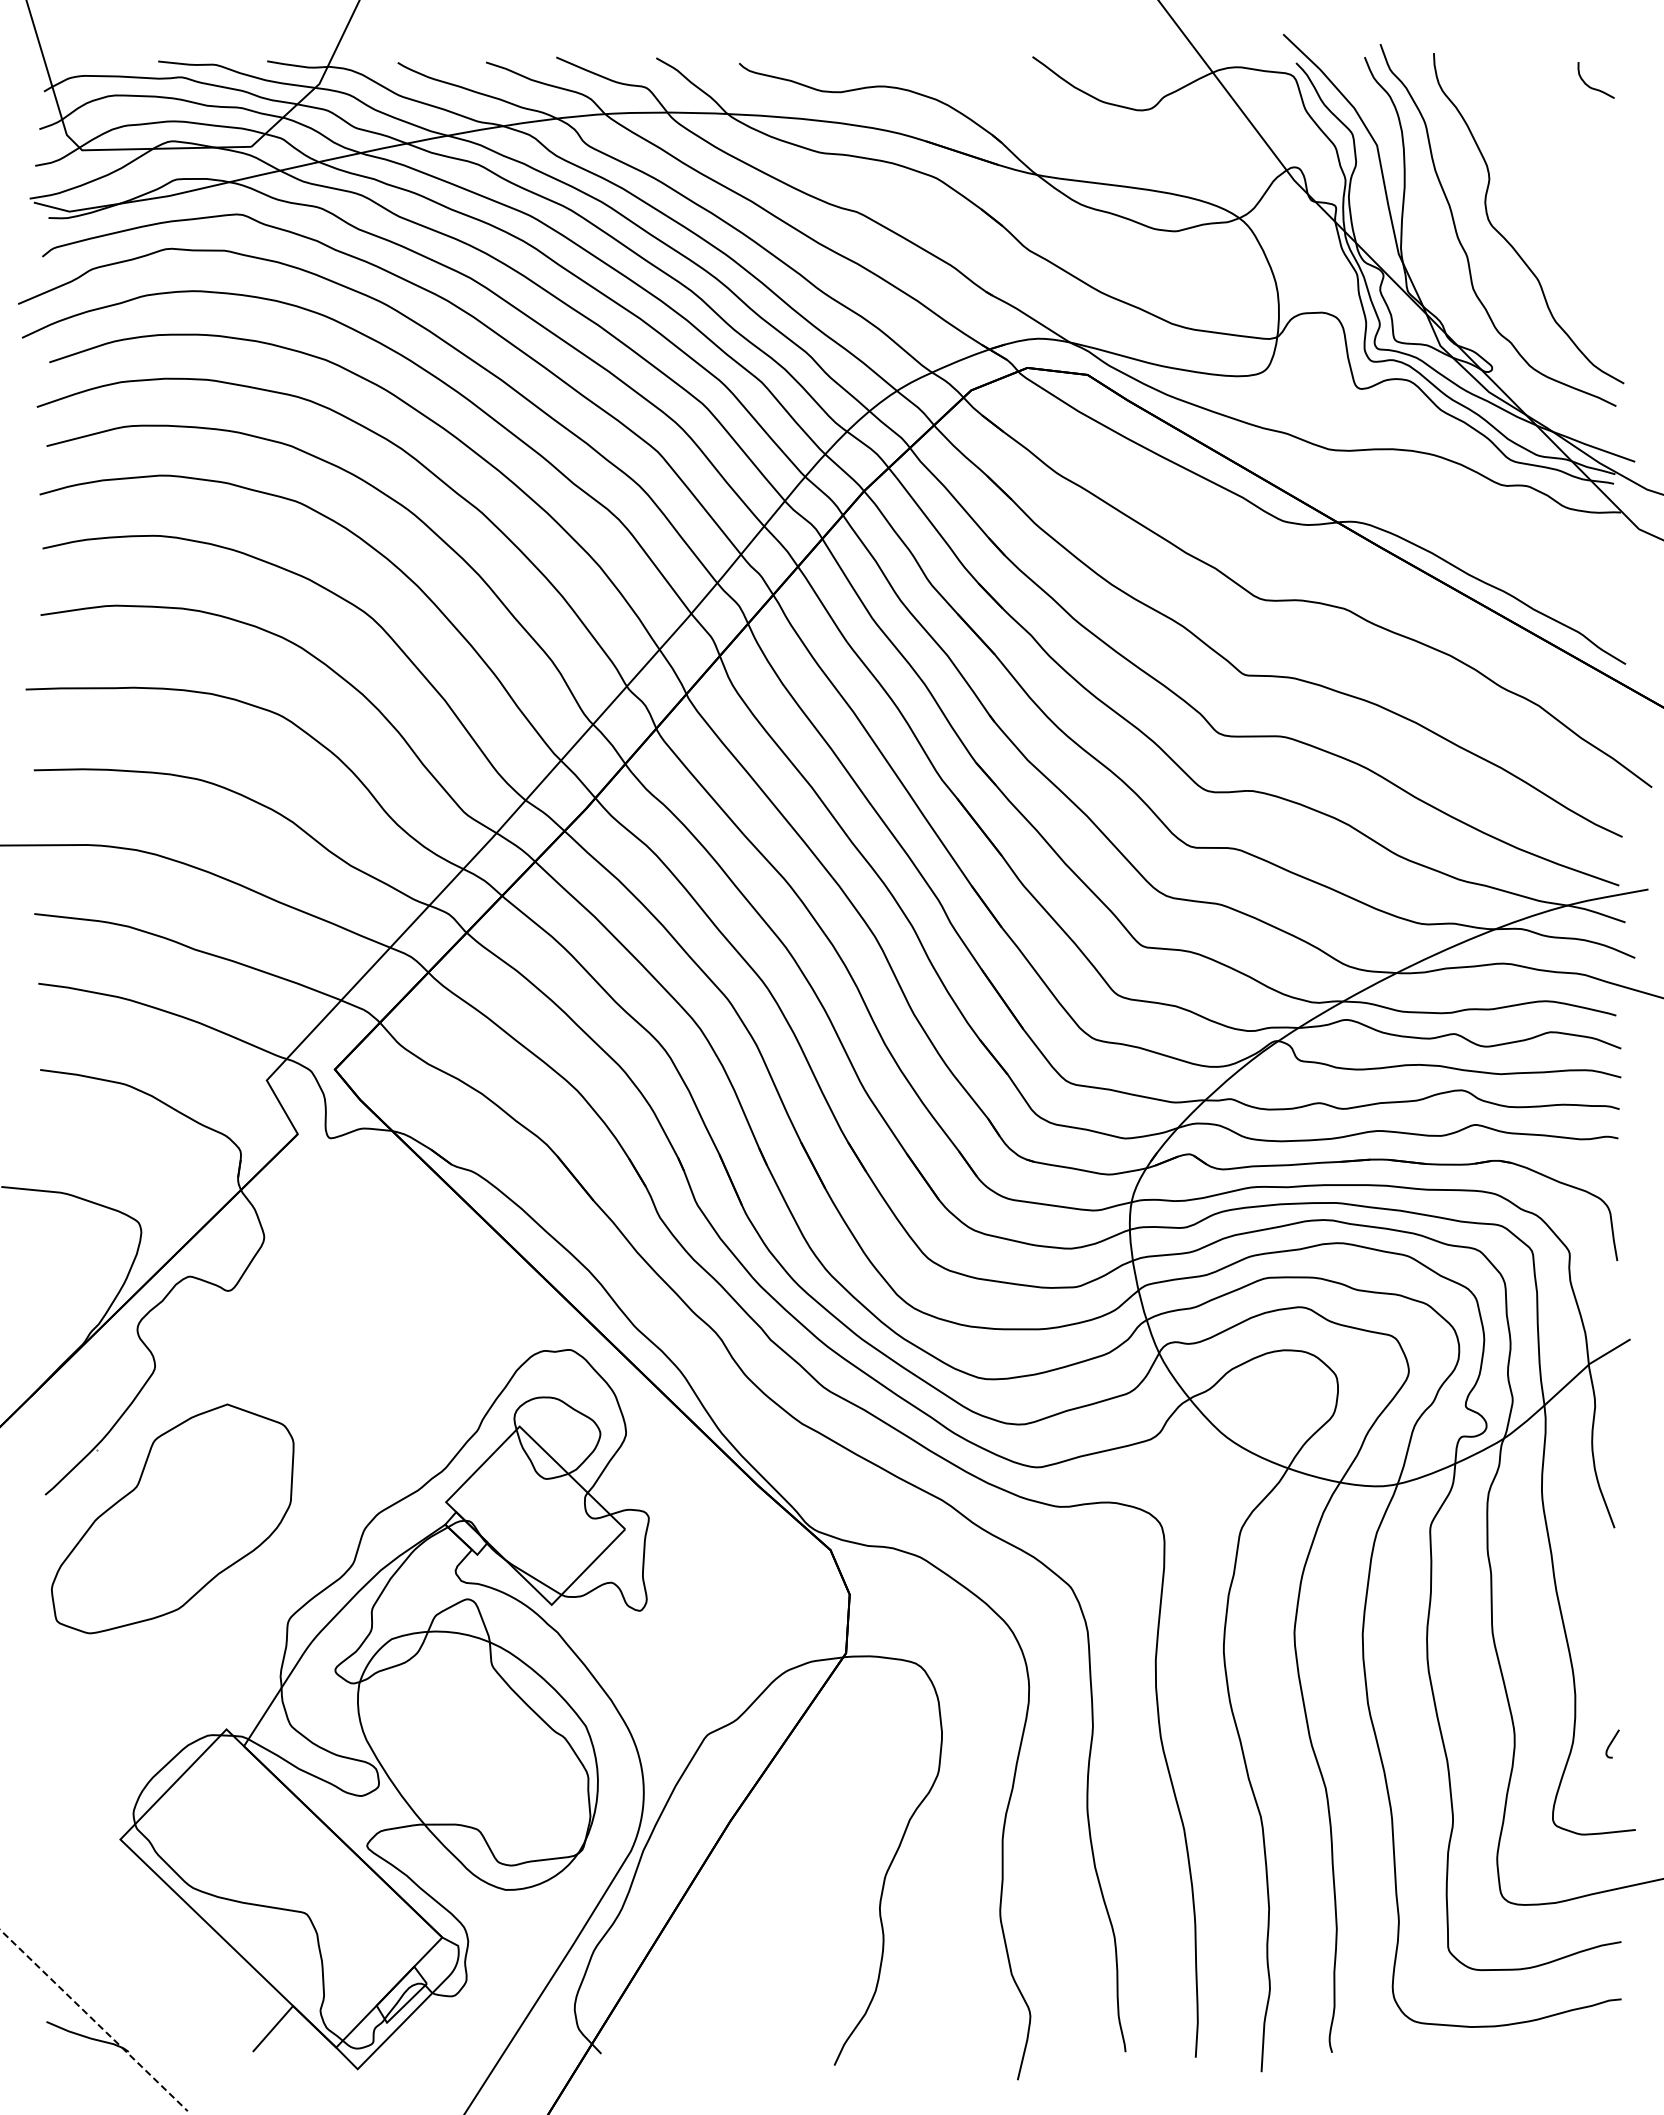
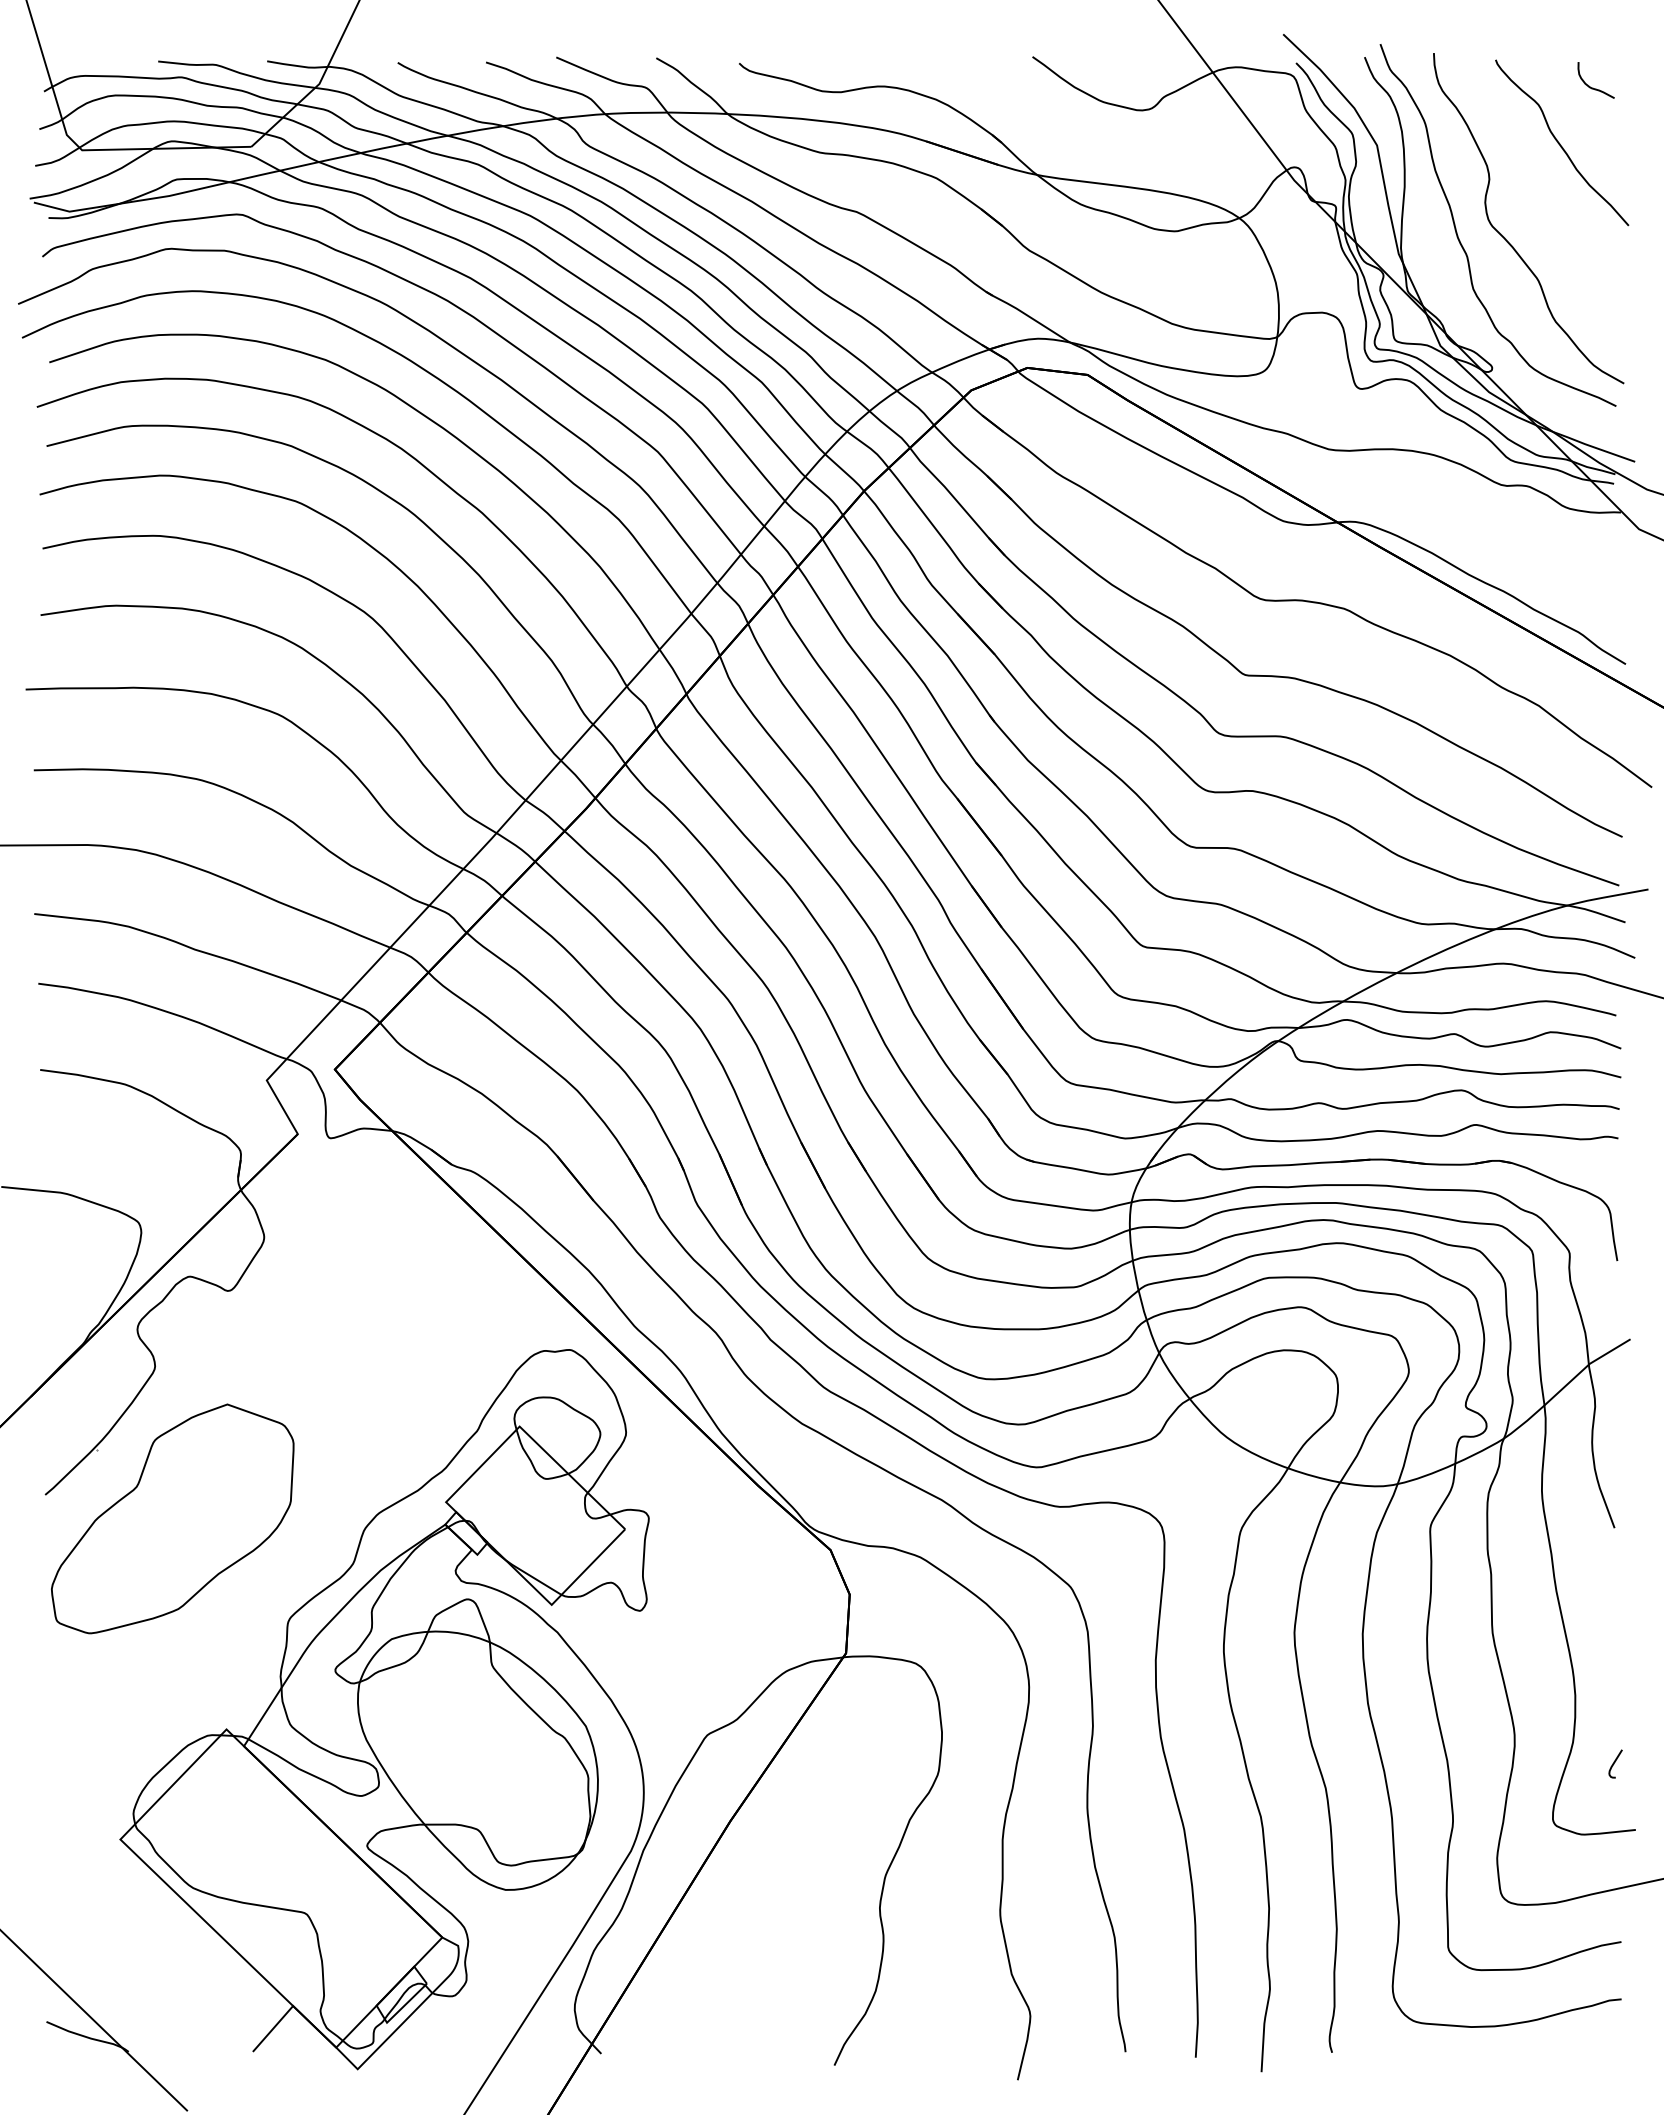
curve at (1560, 143): none -> present
curve at (1612, 1742) position: (1612, 1742) -> (1615, 1762)
line at (94, 2020): dashed -> solid
